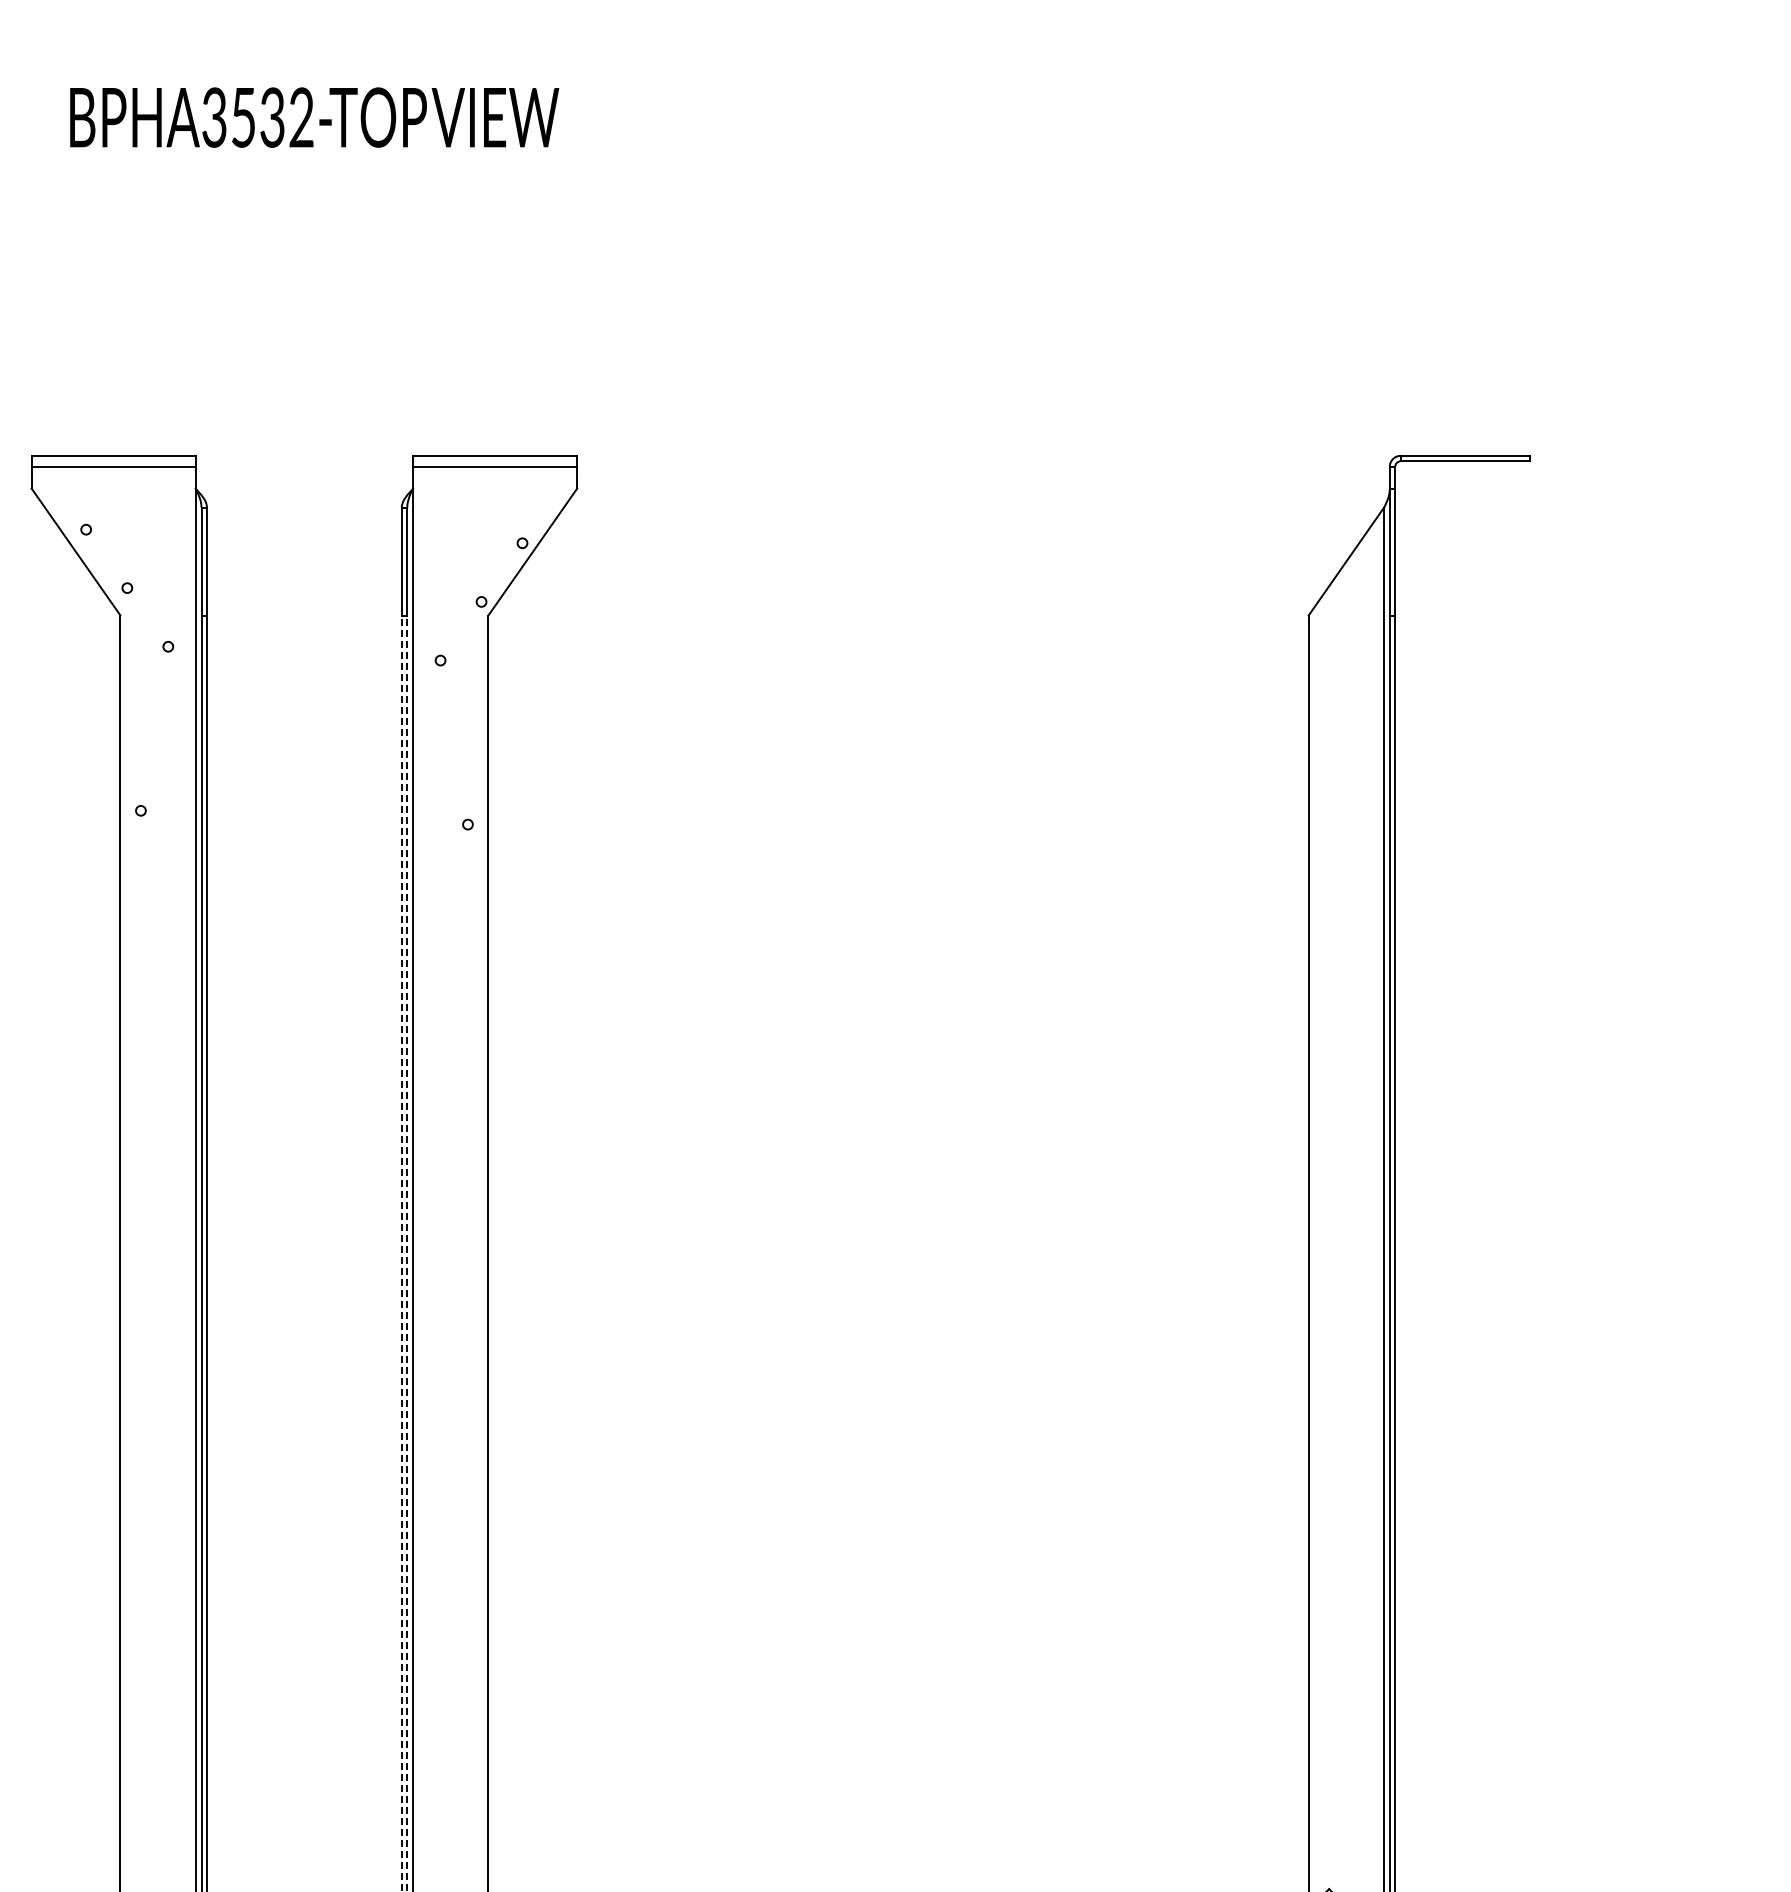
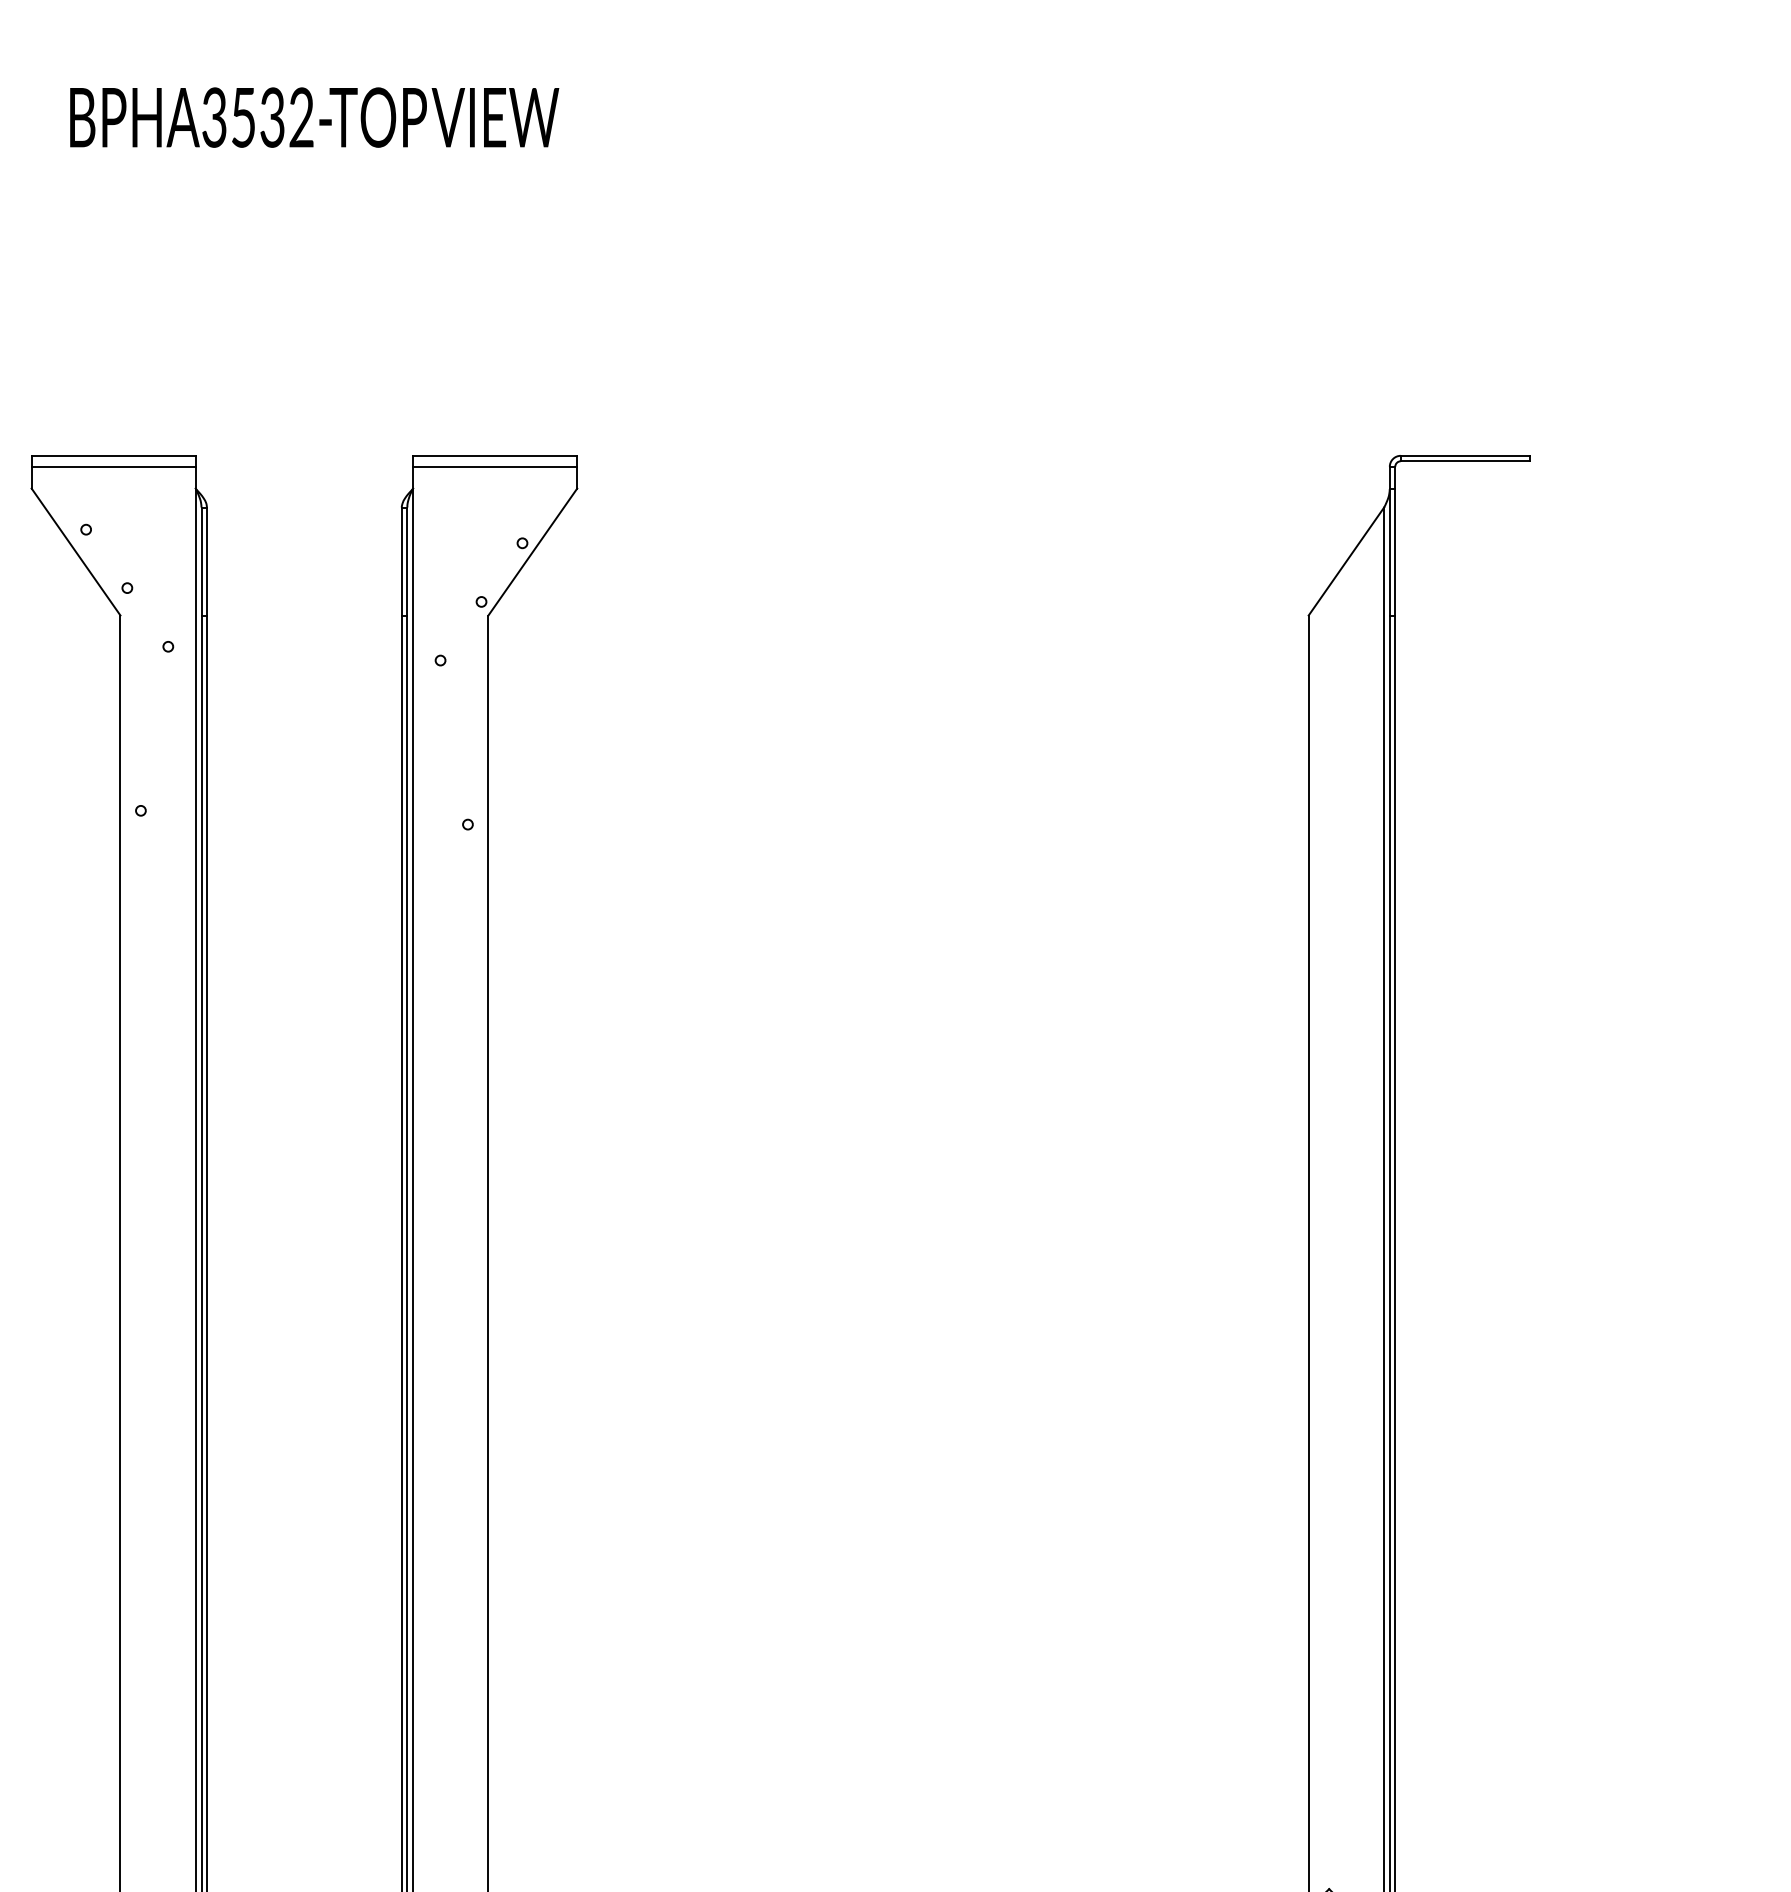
line at (401, 1253): dashed -> solid
line at (407, 1253): dashed -> solid
